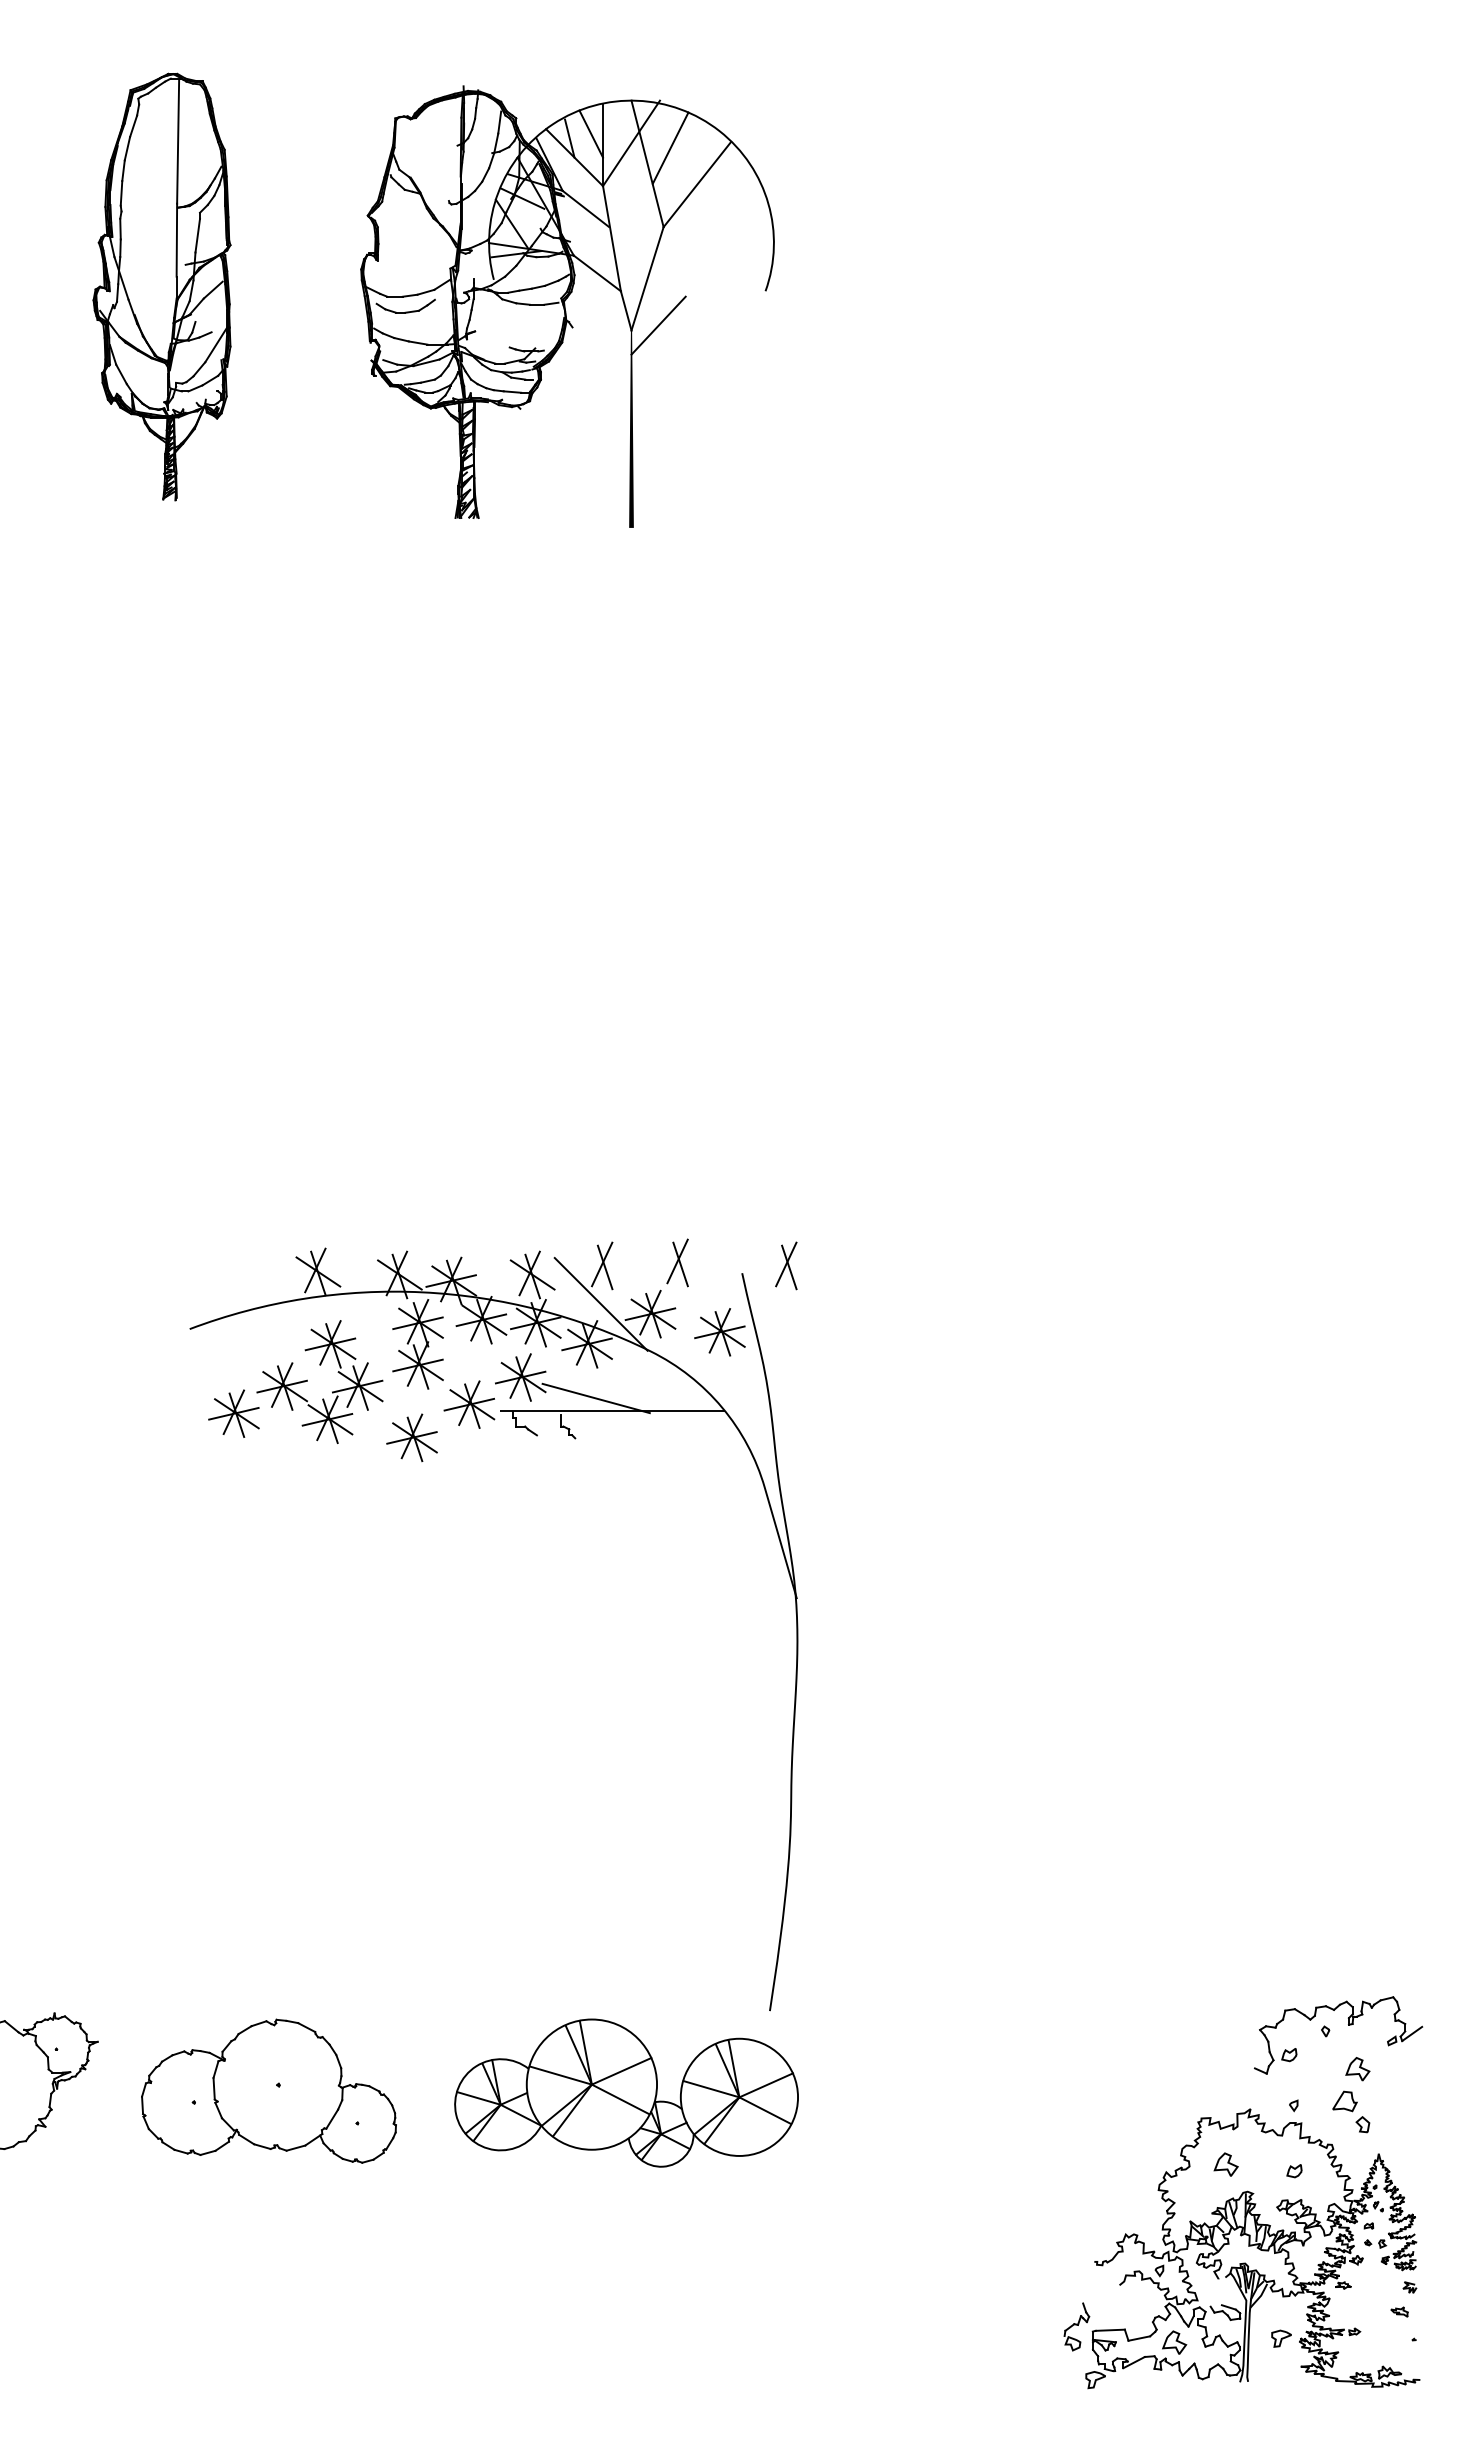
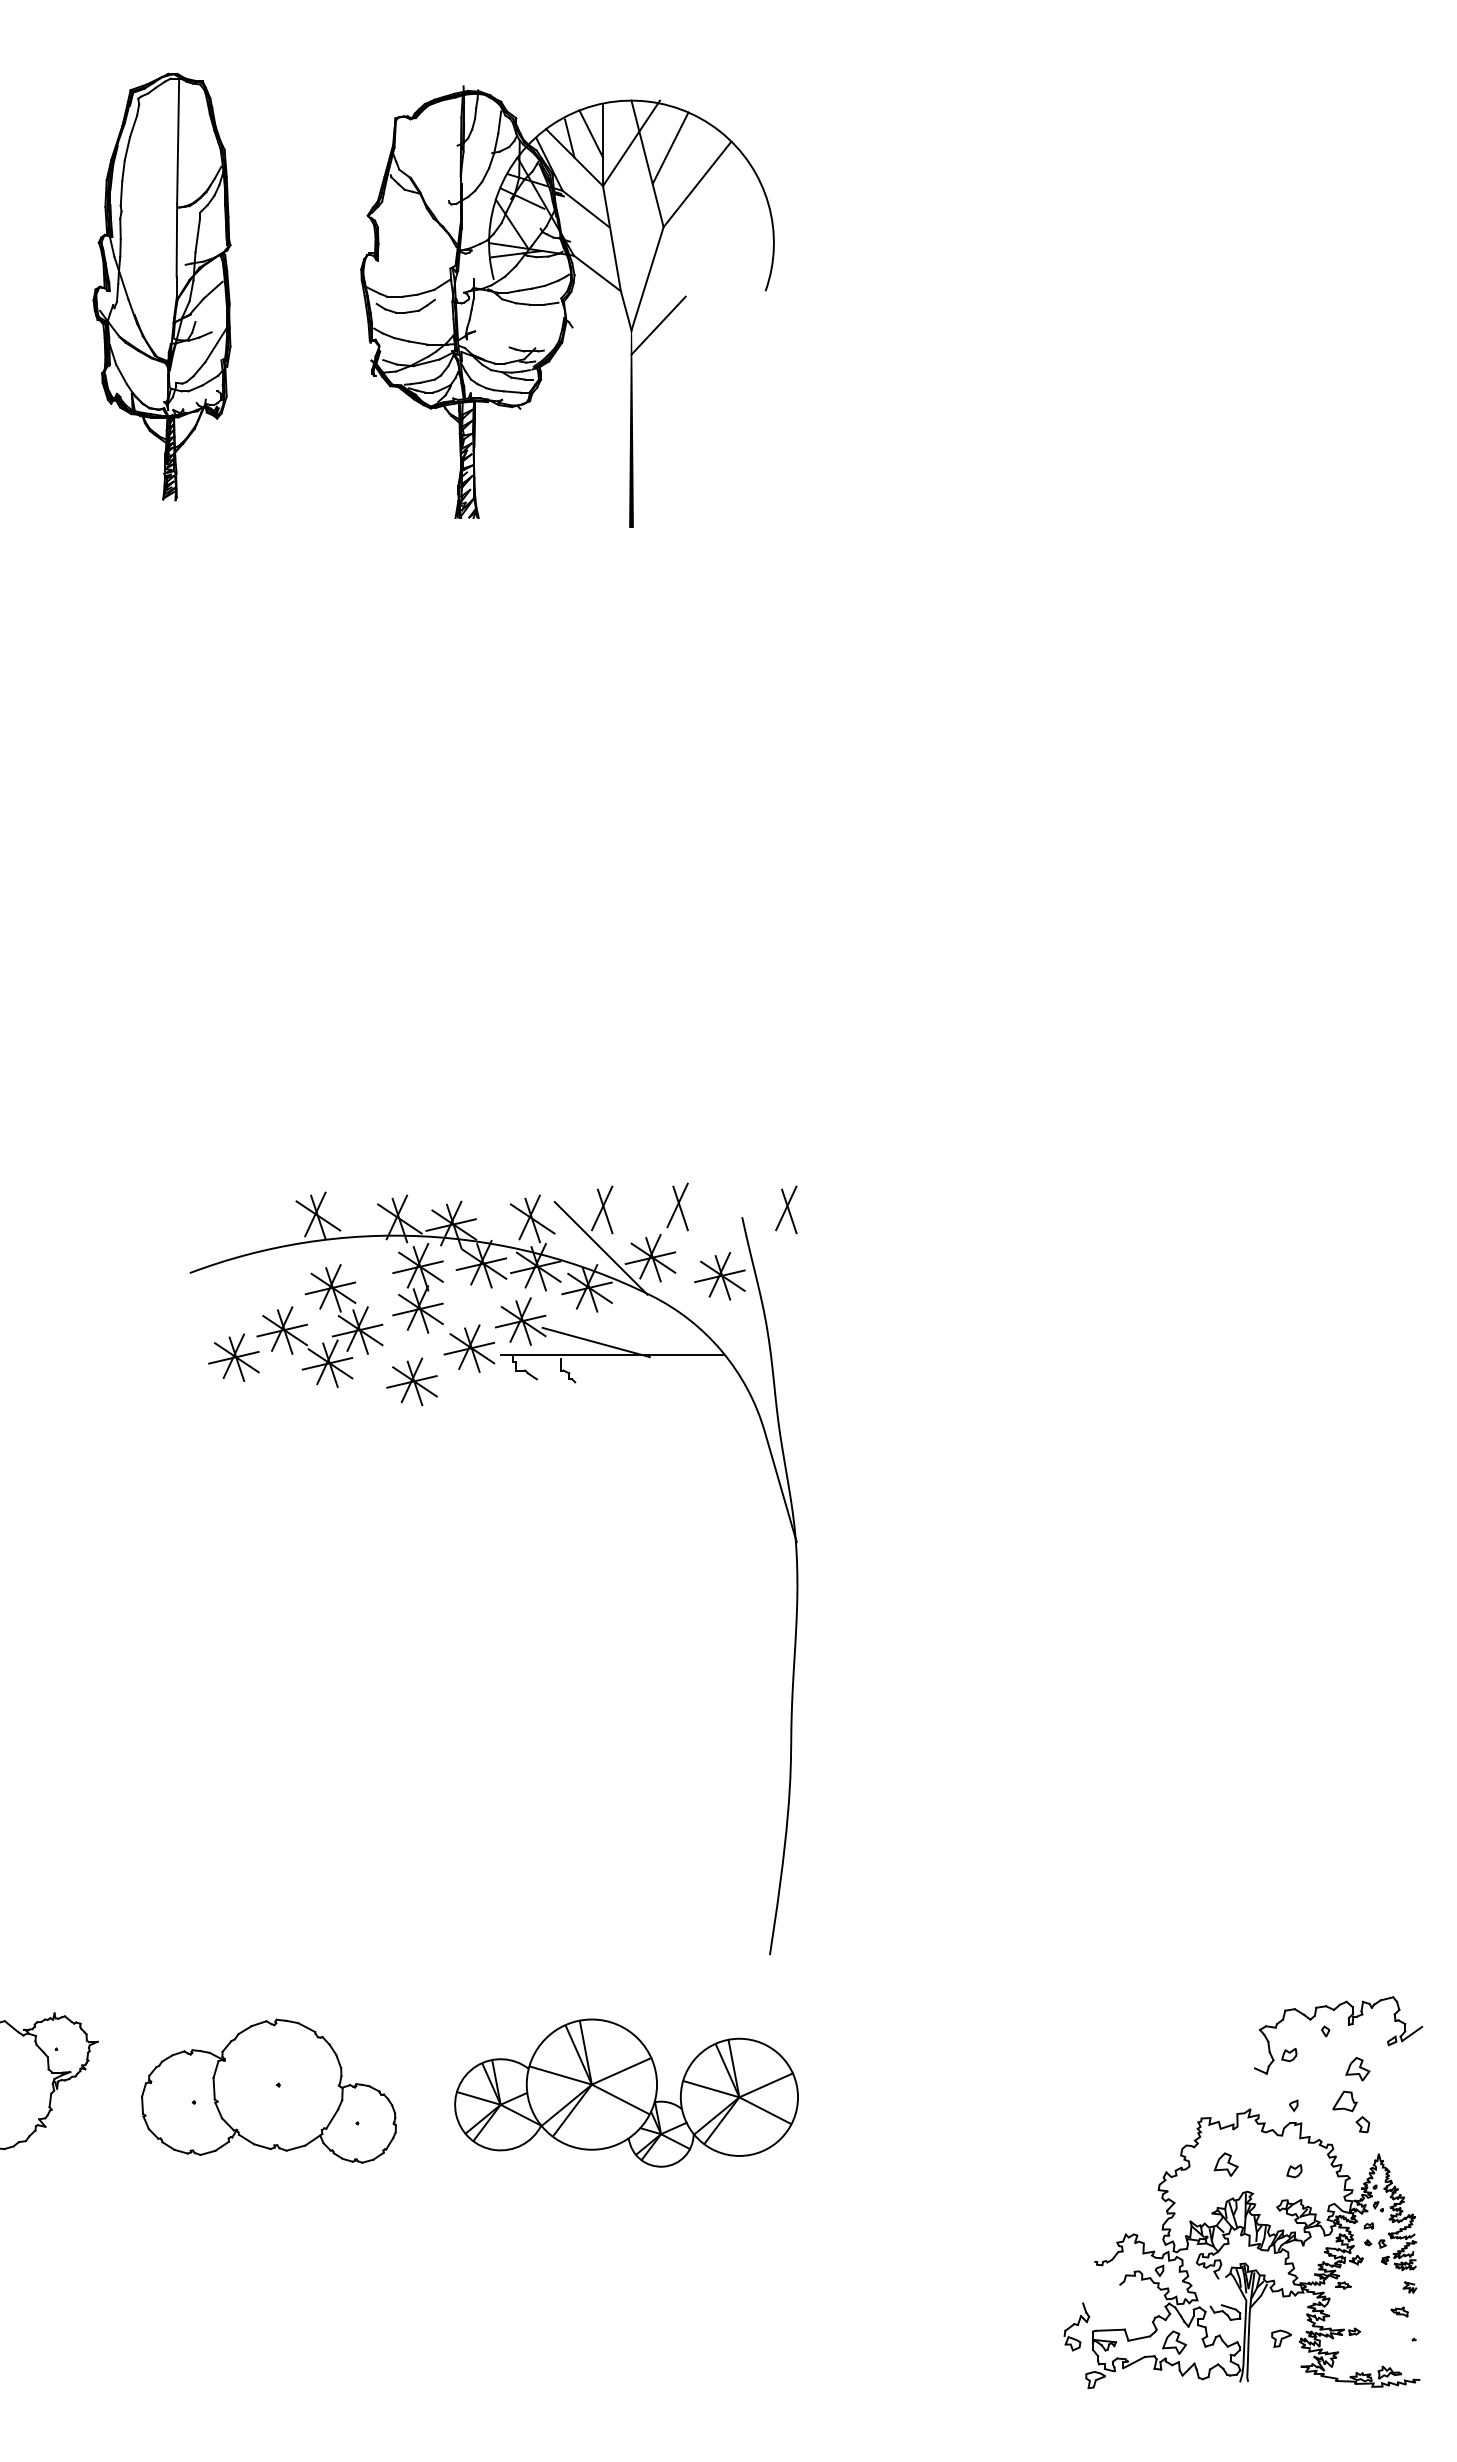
part at (421, 1462) position: (421, 1462) -> (421, 1406)
